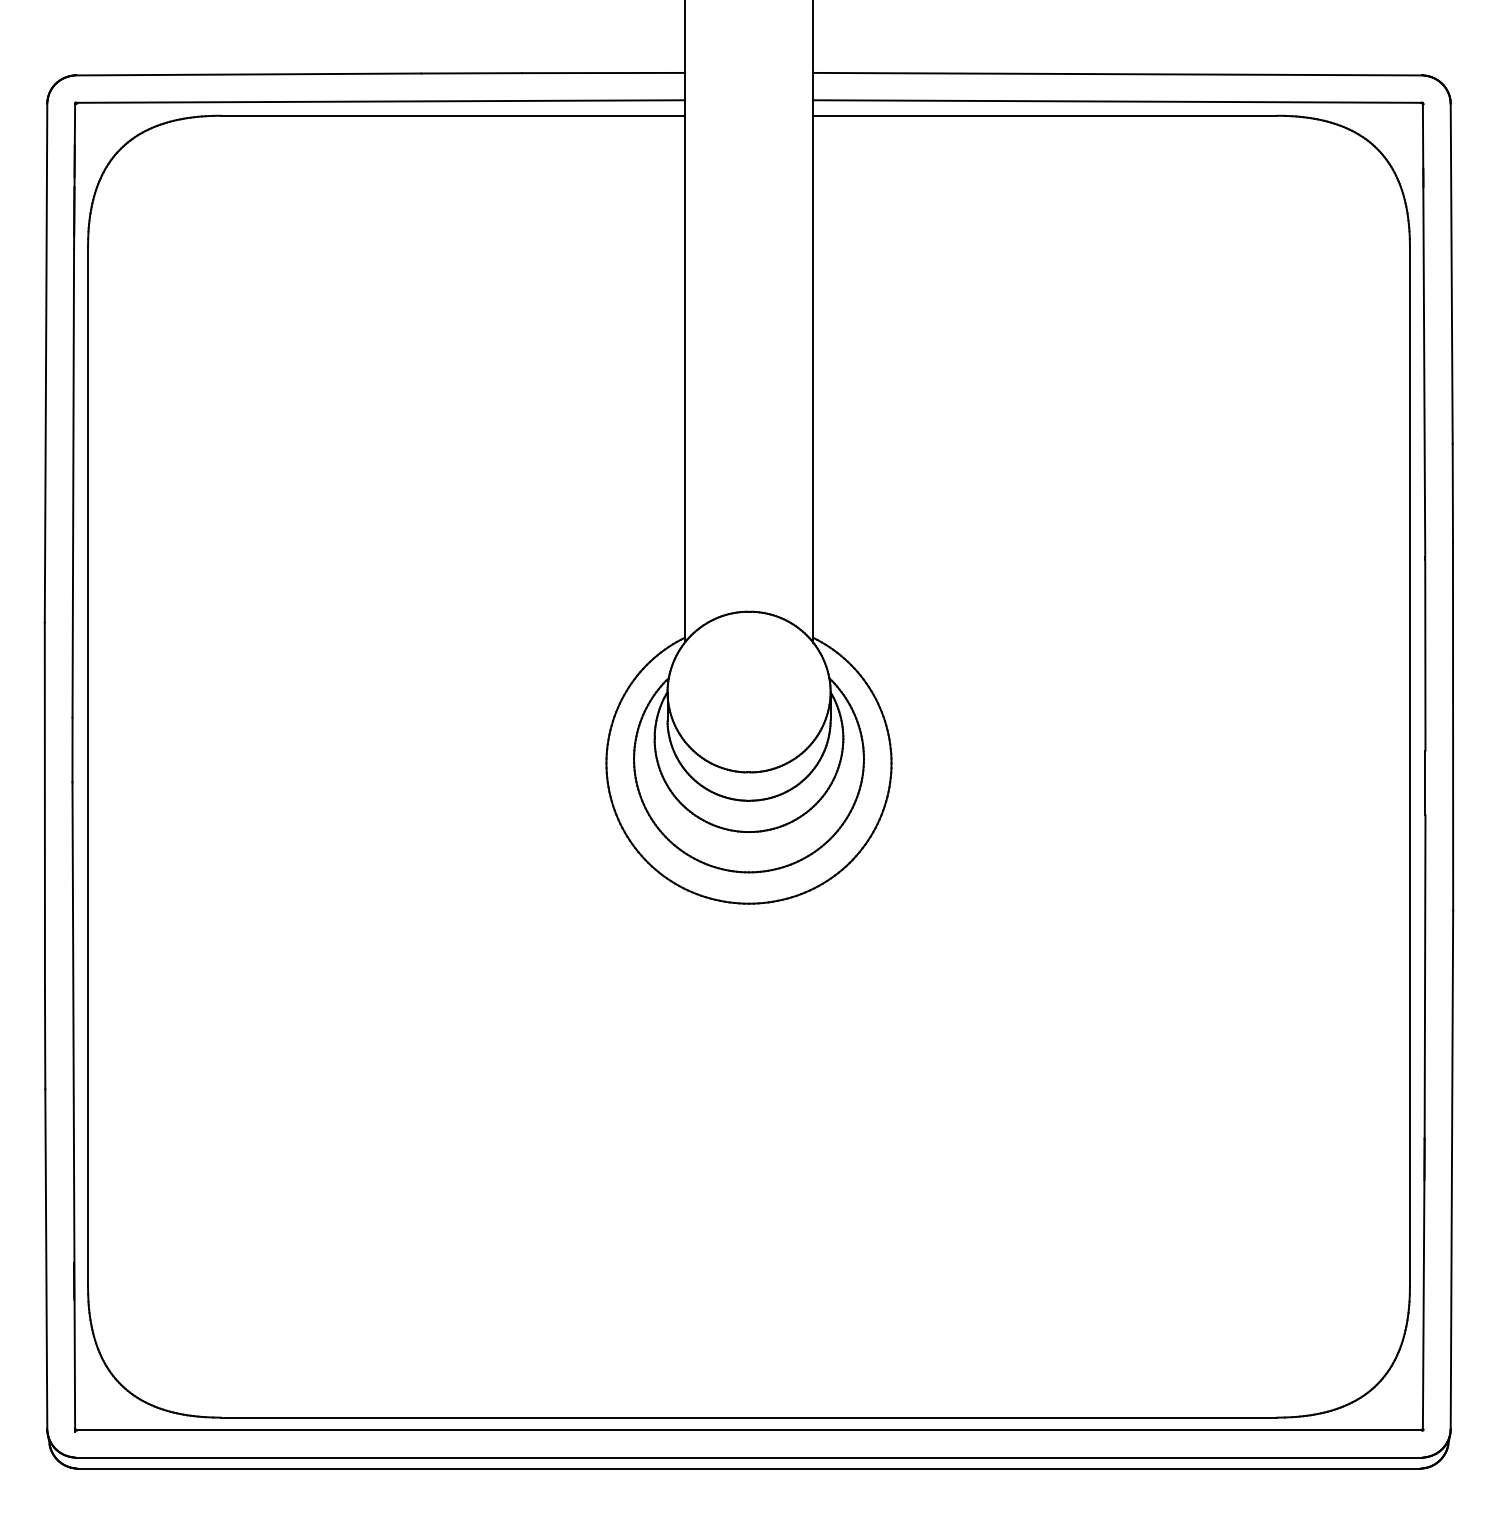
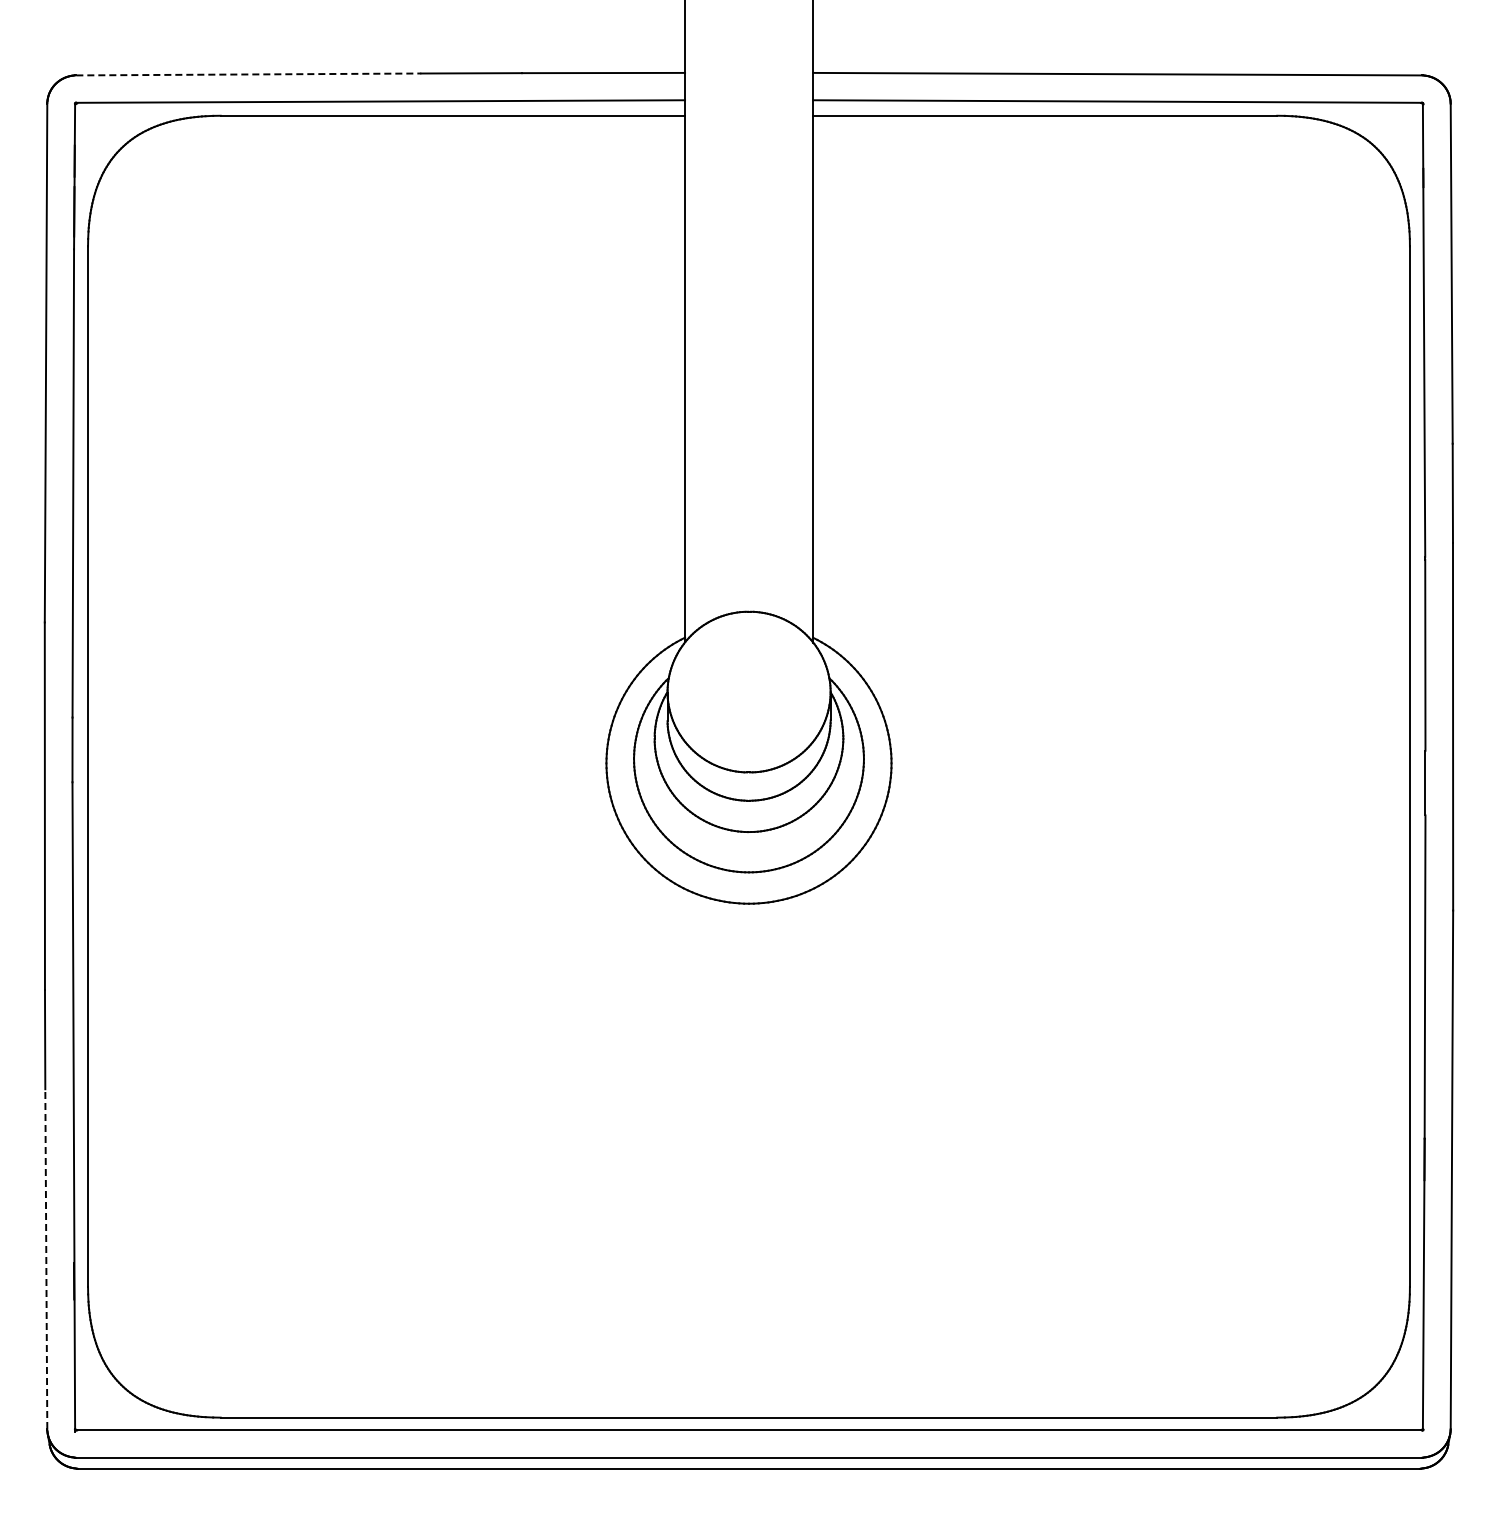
line at (249, 74): solid -> dashed
line at (46, 1259): solid -> dashed
